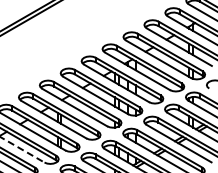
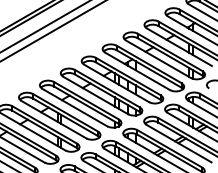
line at (44, 26): none -> present
line at (52, 31): none -> present
line at (22, 149): dashed -> solid
